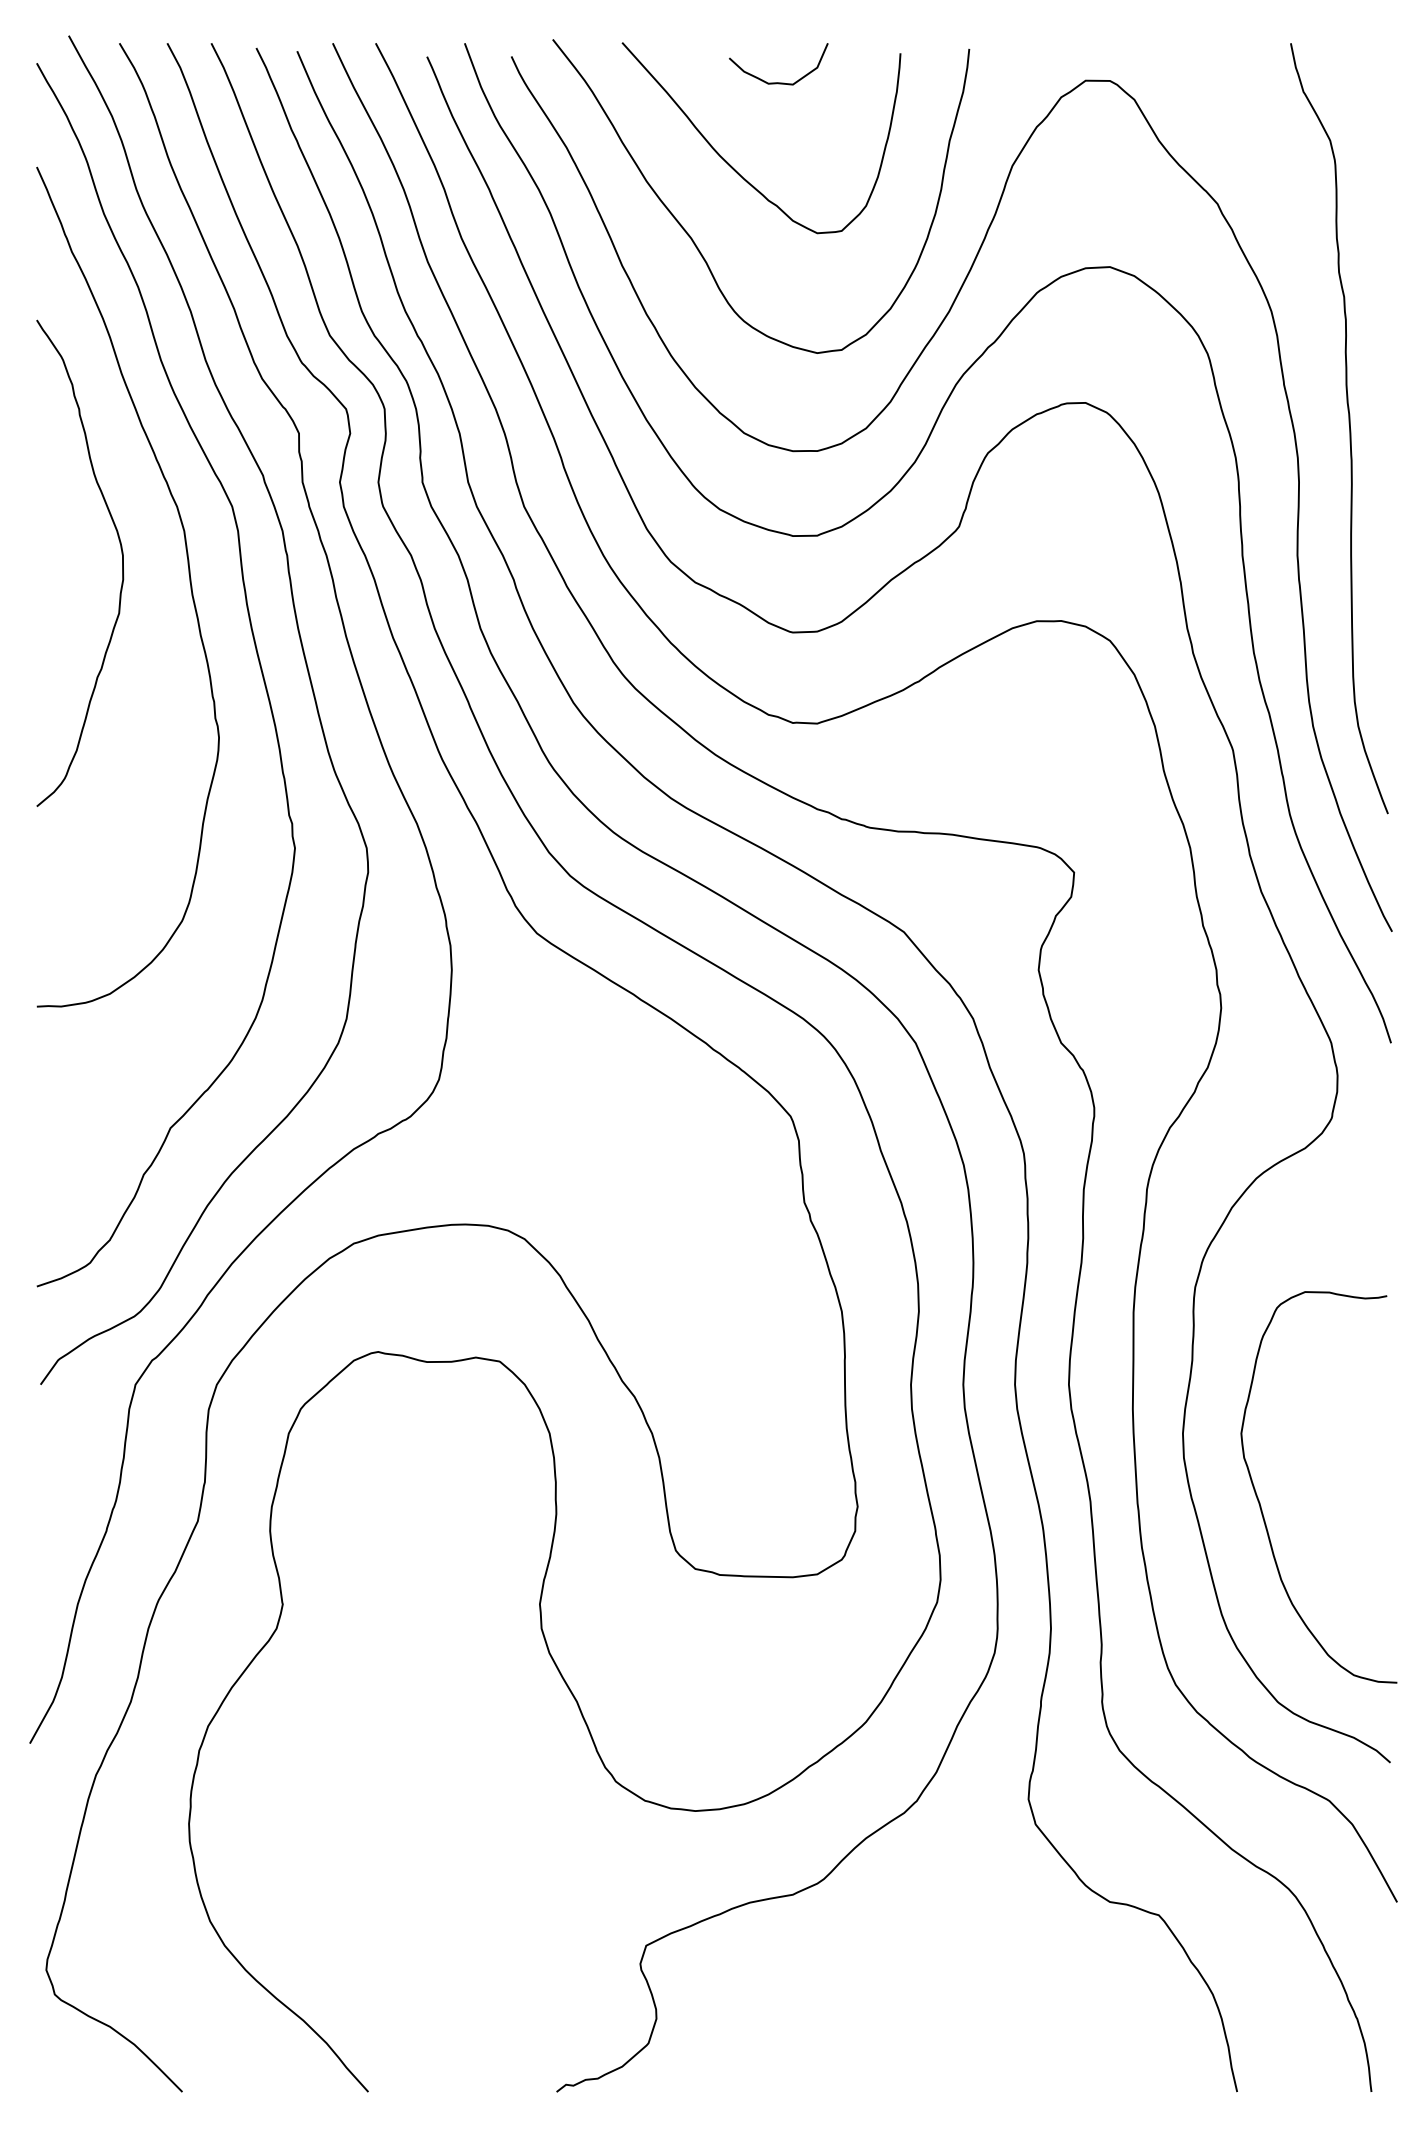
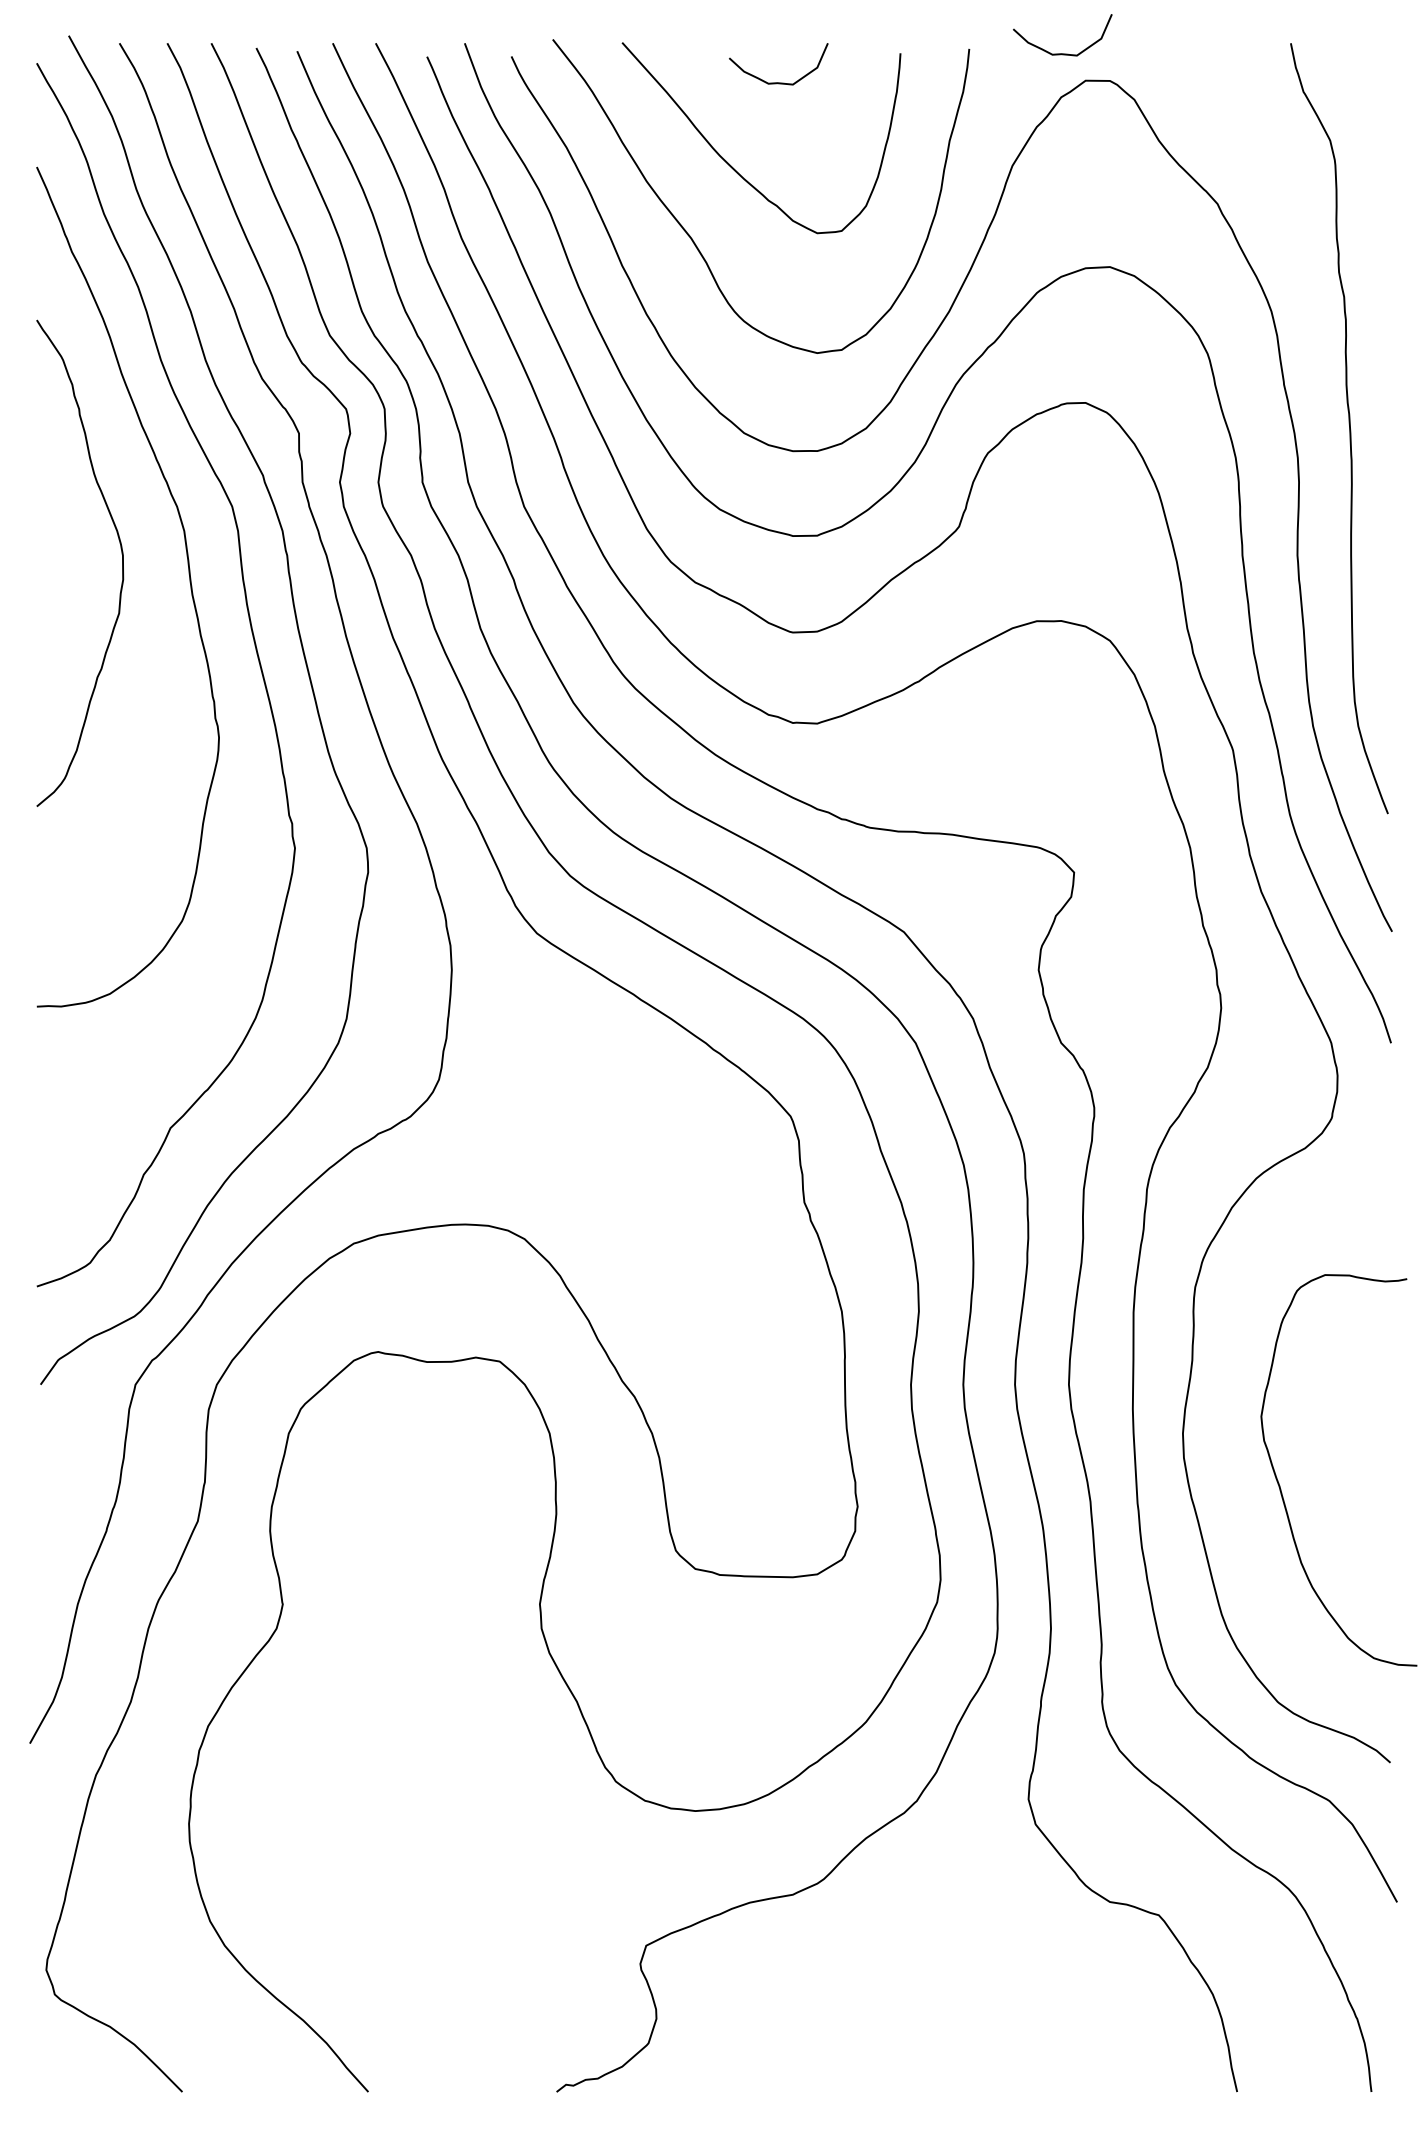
curve at (1062, 53): none -> present
curve at (1260, 1502) position: (1260, 1502) -> (1280, 1485)
